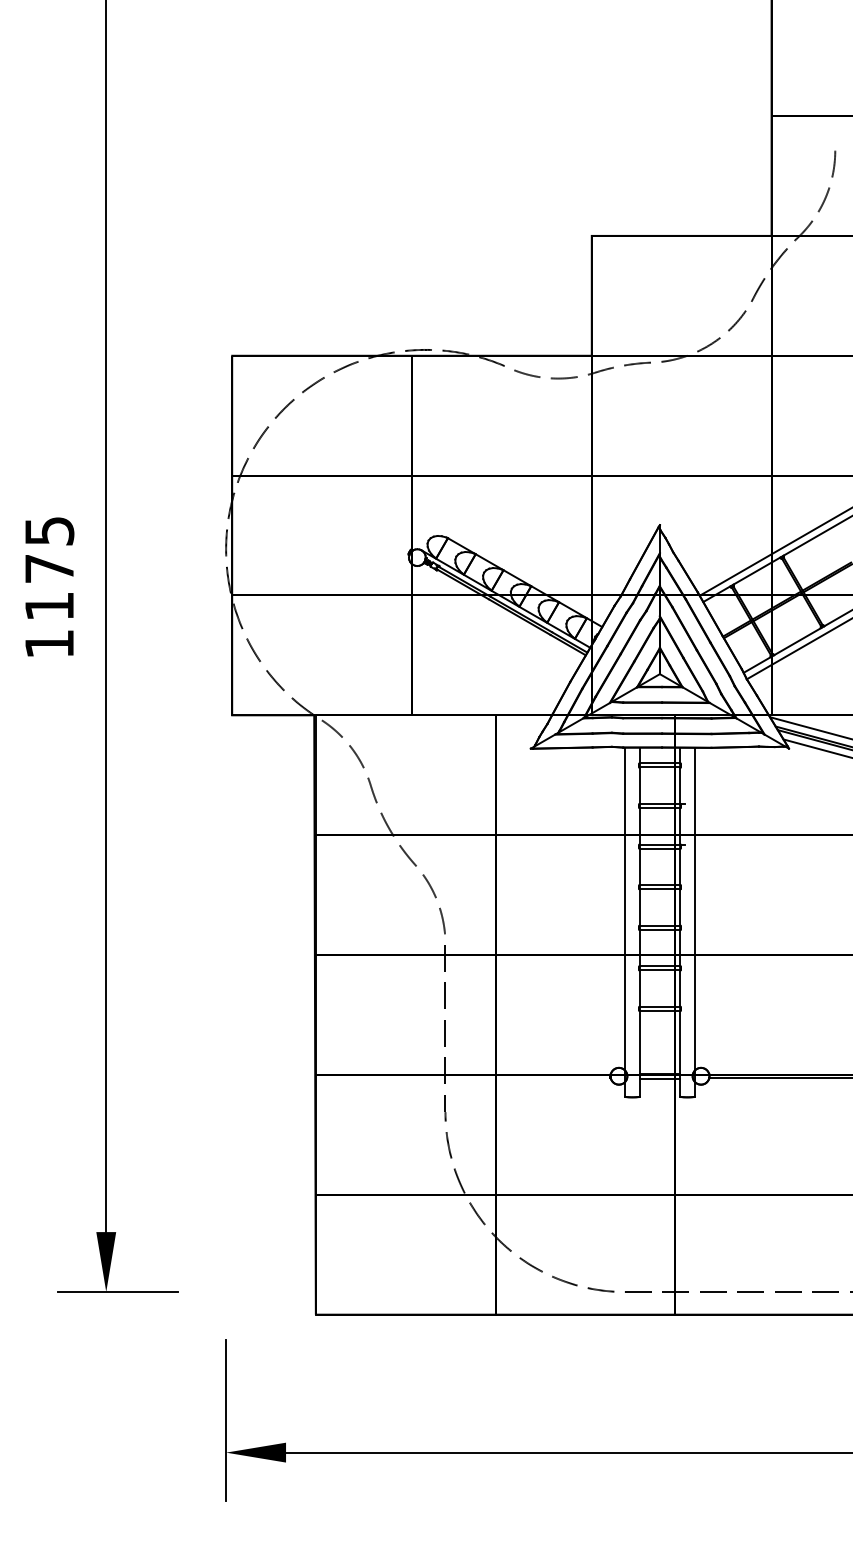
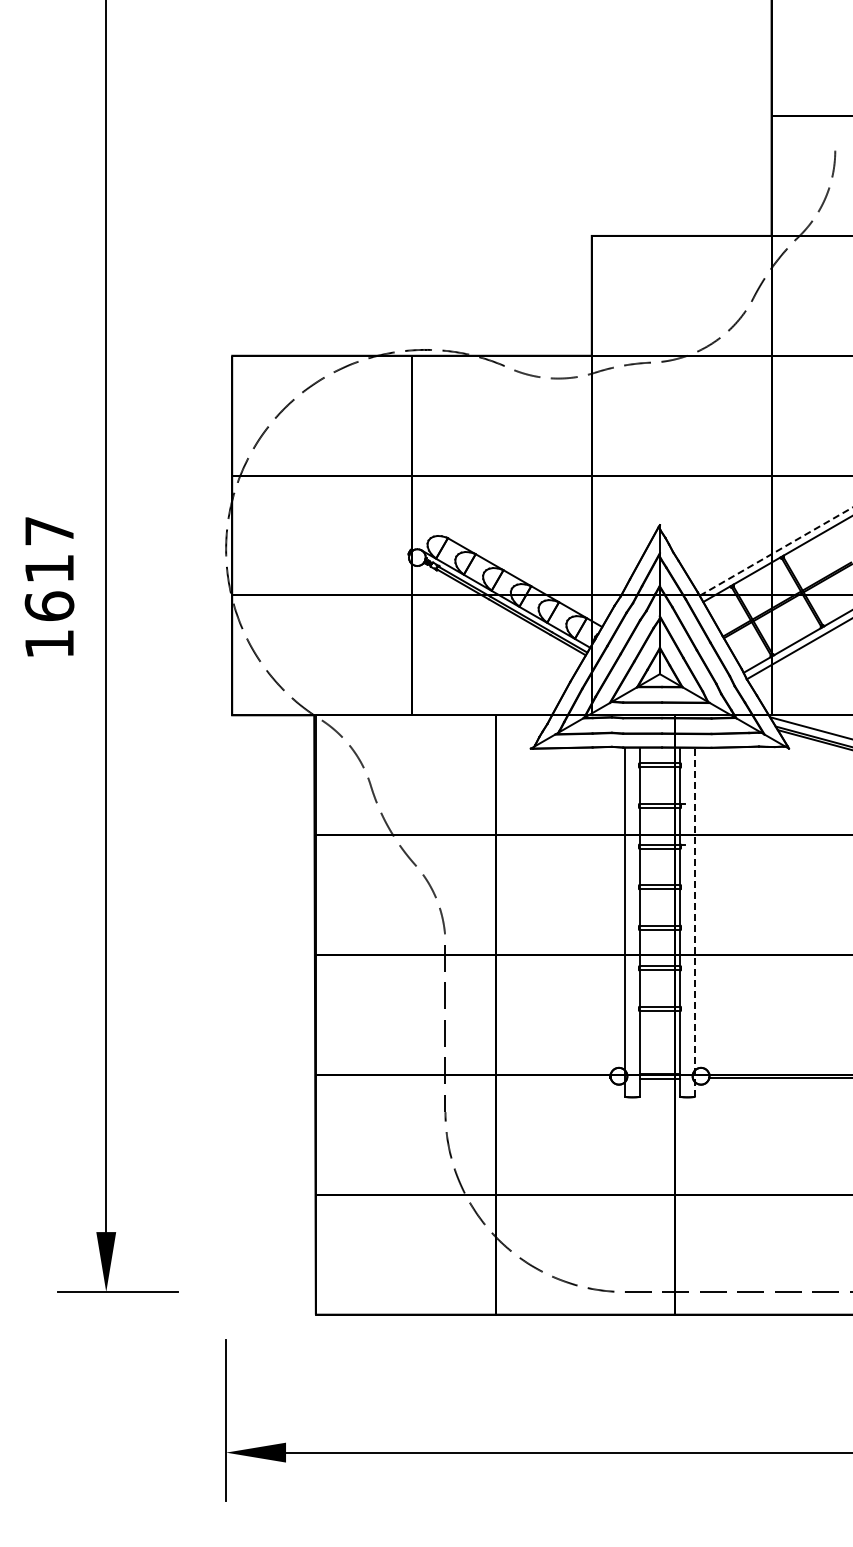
line at (776, 551): solid -> dashed
text at (49, 568): 1175 -> 1617
line at (816, 748): present -> none
line at (694, 921): solid -> dashed
